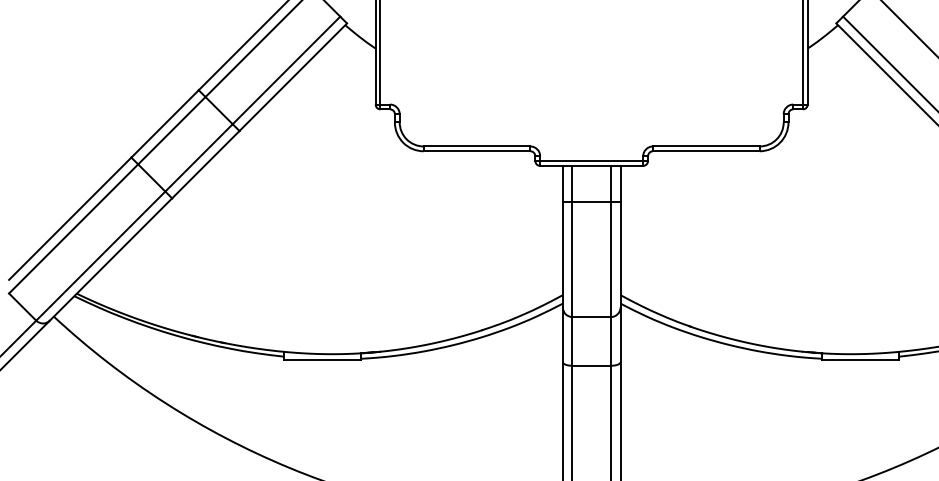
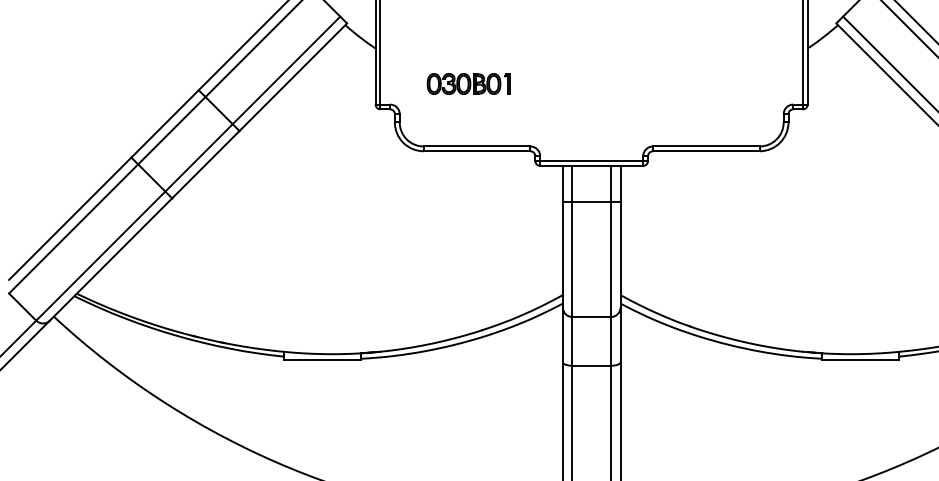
line at (915, 21): none -> present
part at (468, 83): none -> present
